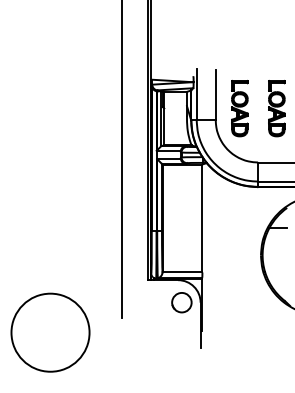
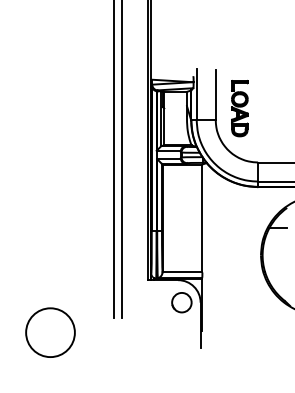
part at (276, 108): present -> none
line at (114, 159): none -> present
circle at (50, 332) diameter: 78 px -> 49 px
